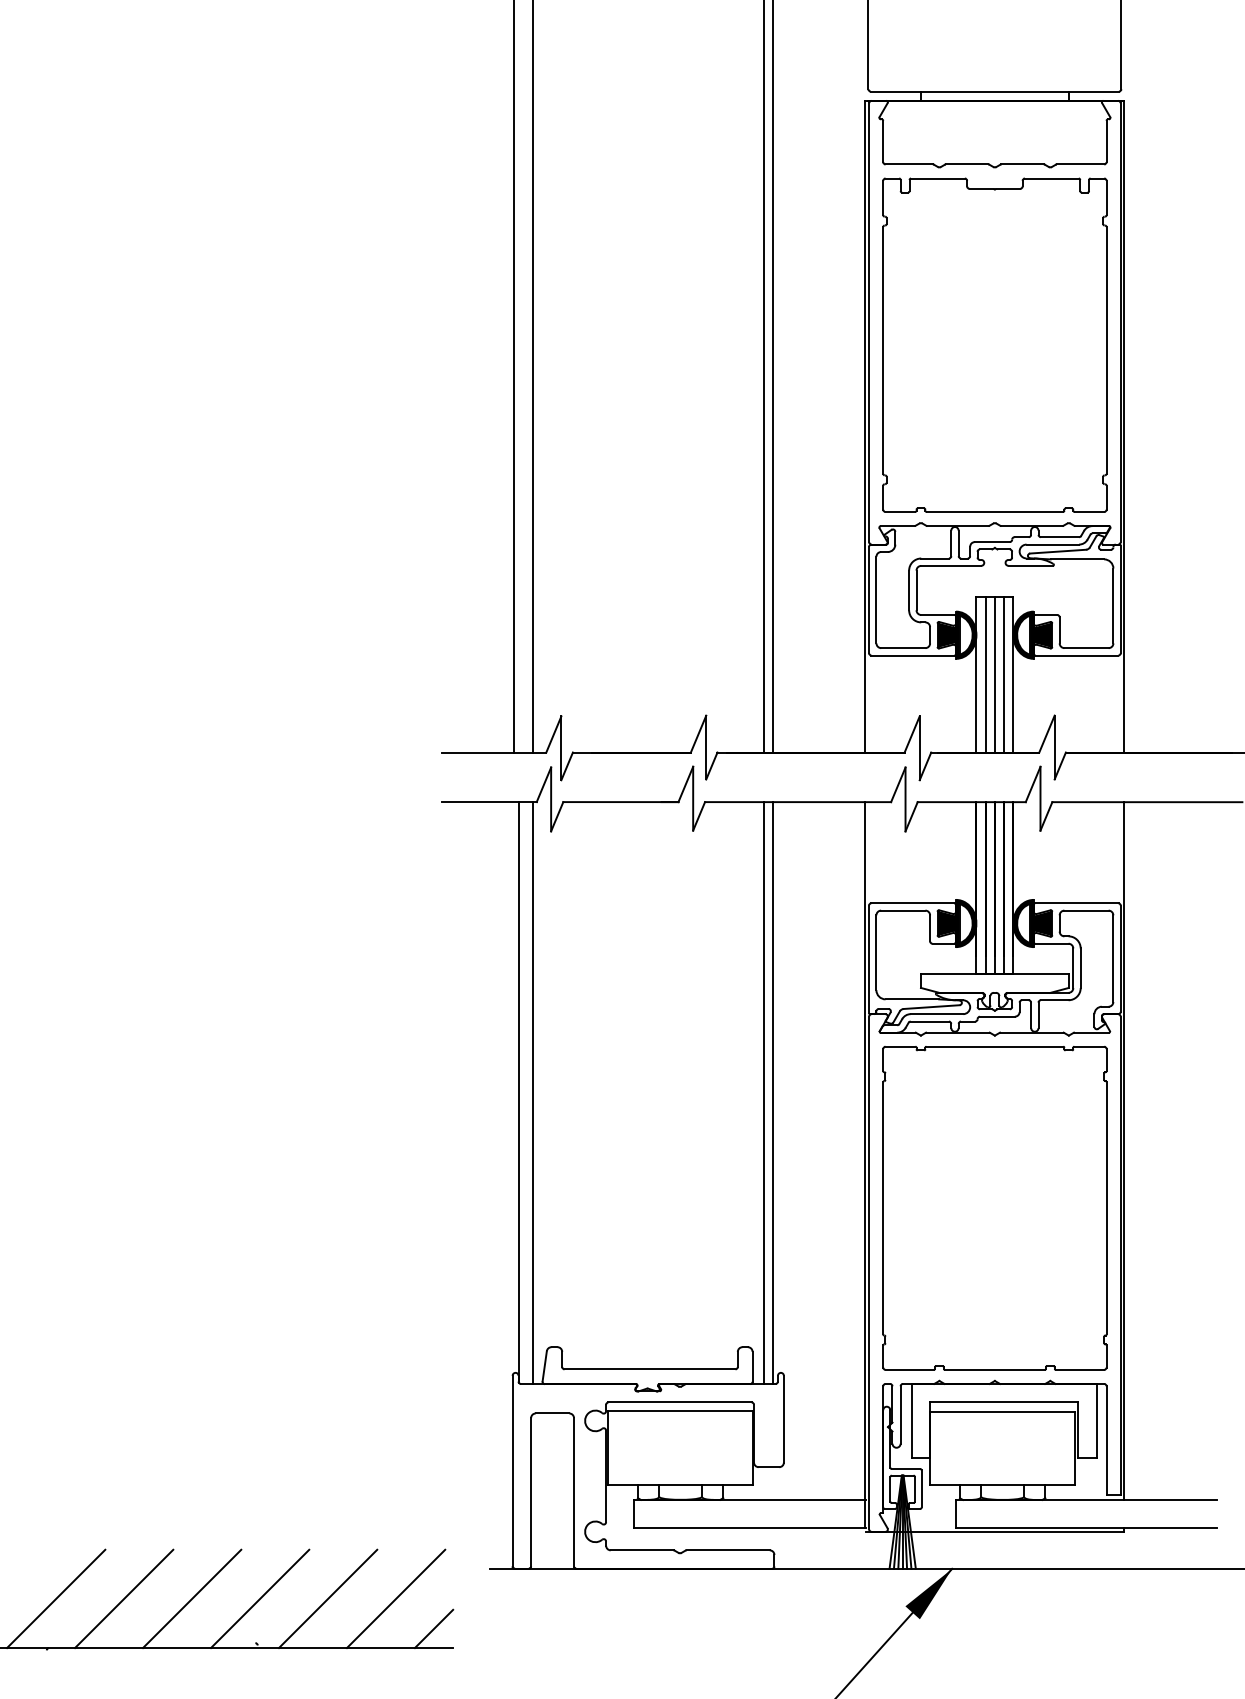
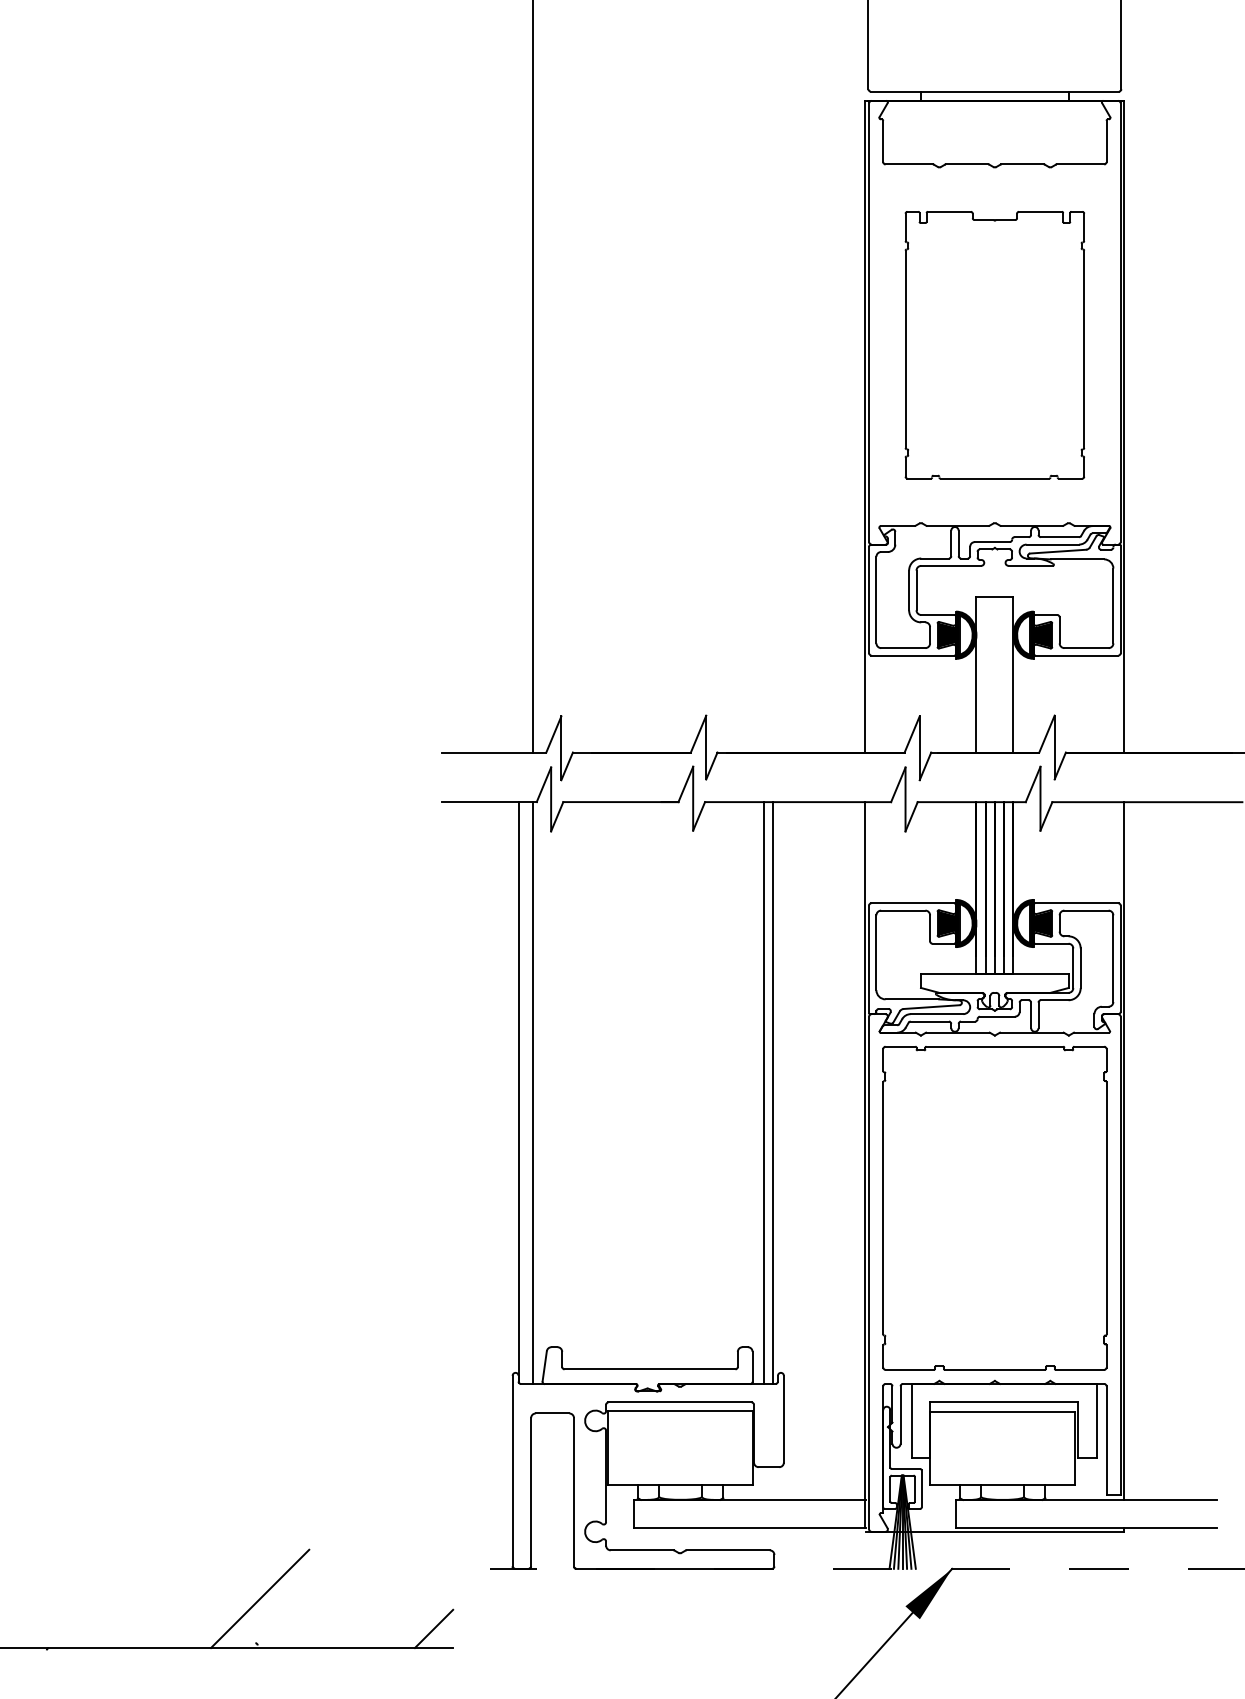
part at (994, 344) size: 226x336 px -> 182x269 px
line at (514, 377): present -> none
line at (763, 377): present -> none
line at (773, 377): present -> none
line at (985, 674): present -> none
line at (994, 674): present -> none
line at (1004, 674): present -> none
line at (866, 1568): solid -> dashed
line at (56, 1598): present -> none
line at (124, 1598): present -> none
line at (192, 1598): present -> none
line at (328, 1598): present -> none
line at (395, 1598): present -> none
